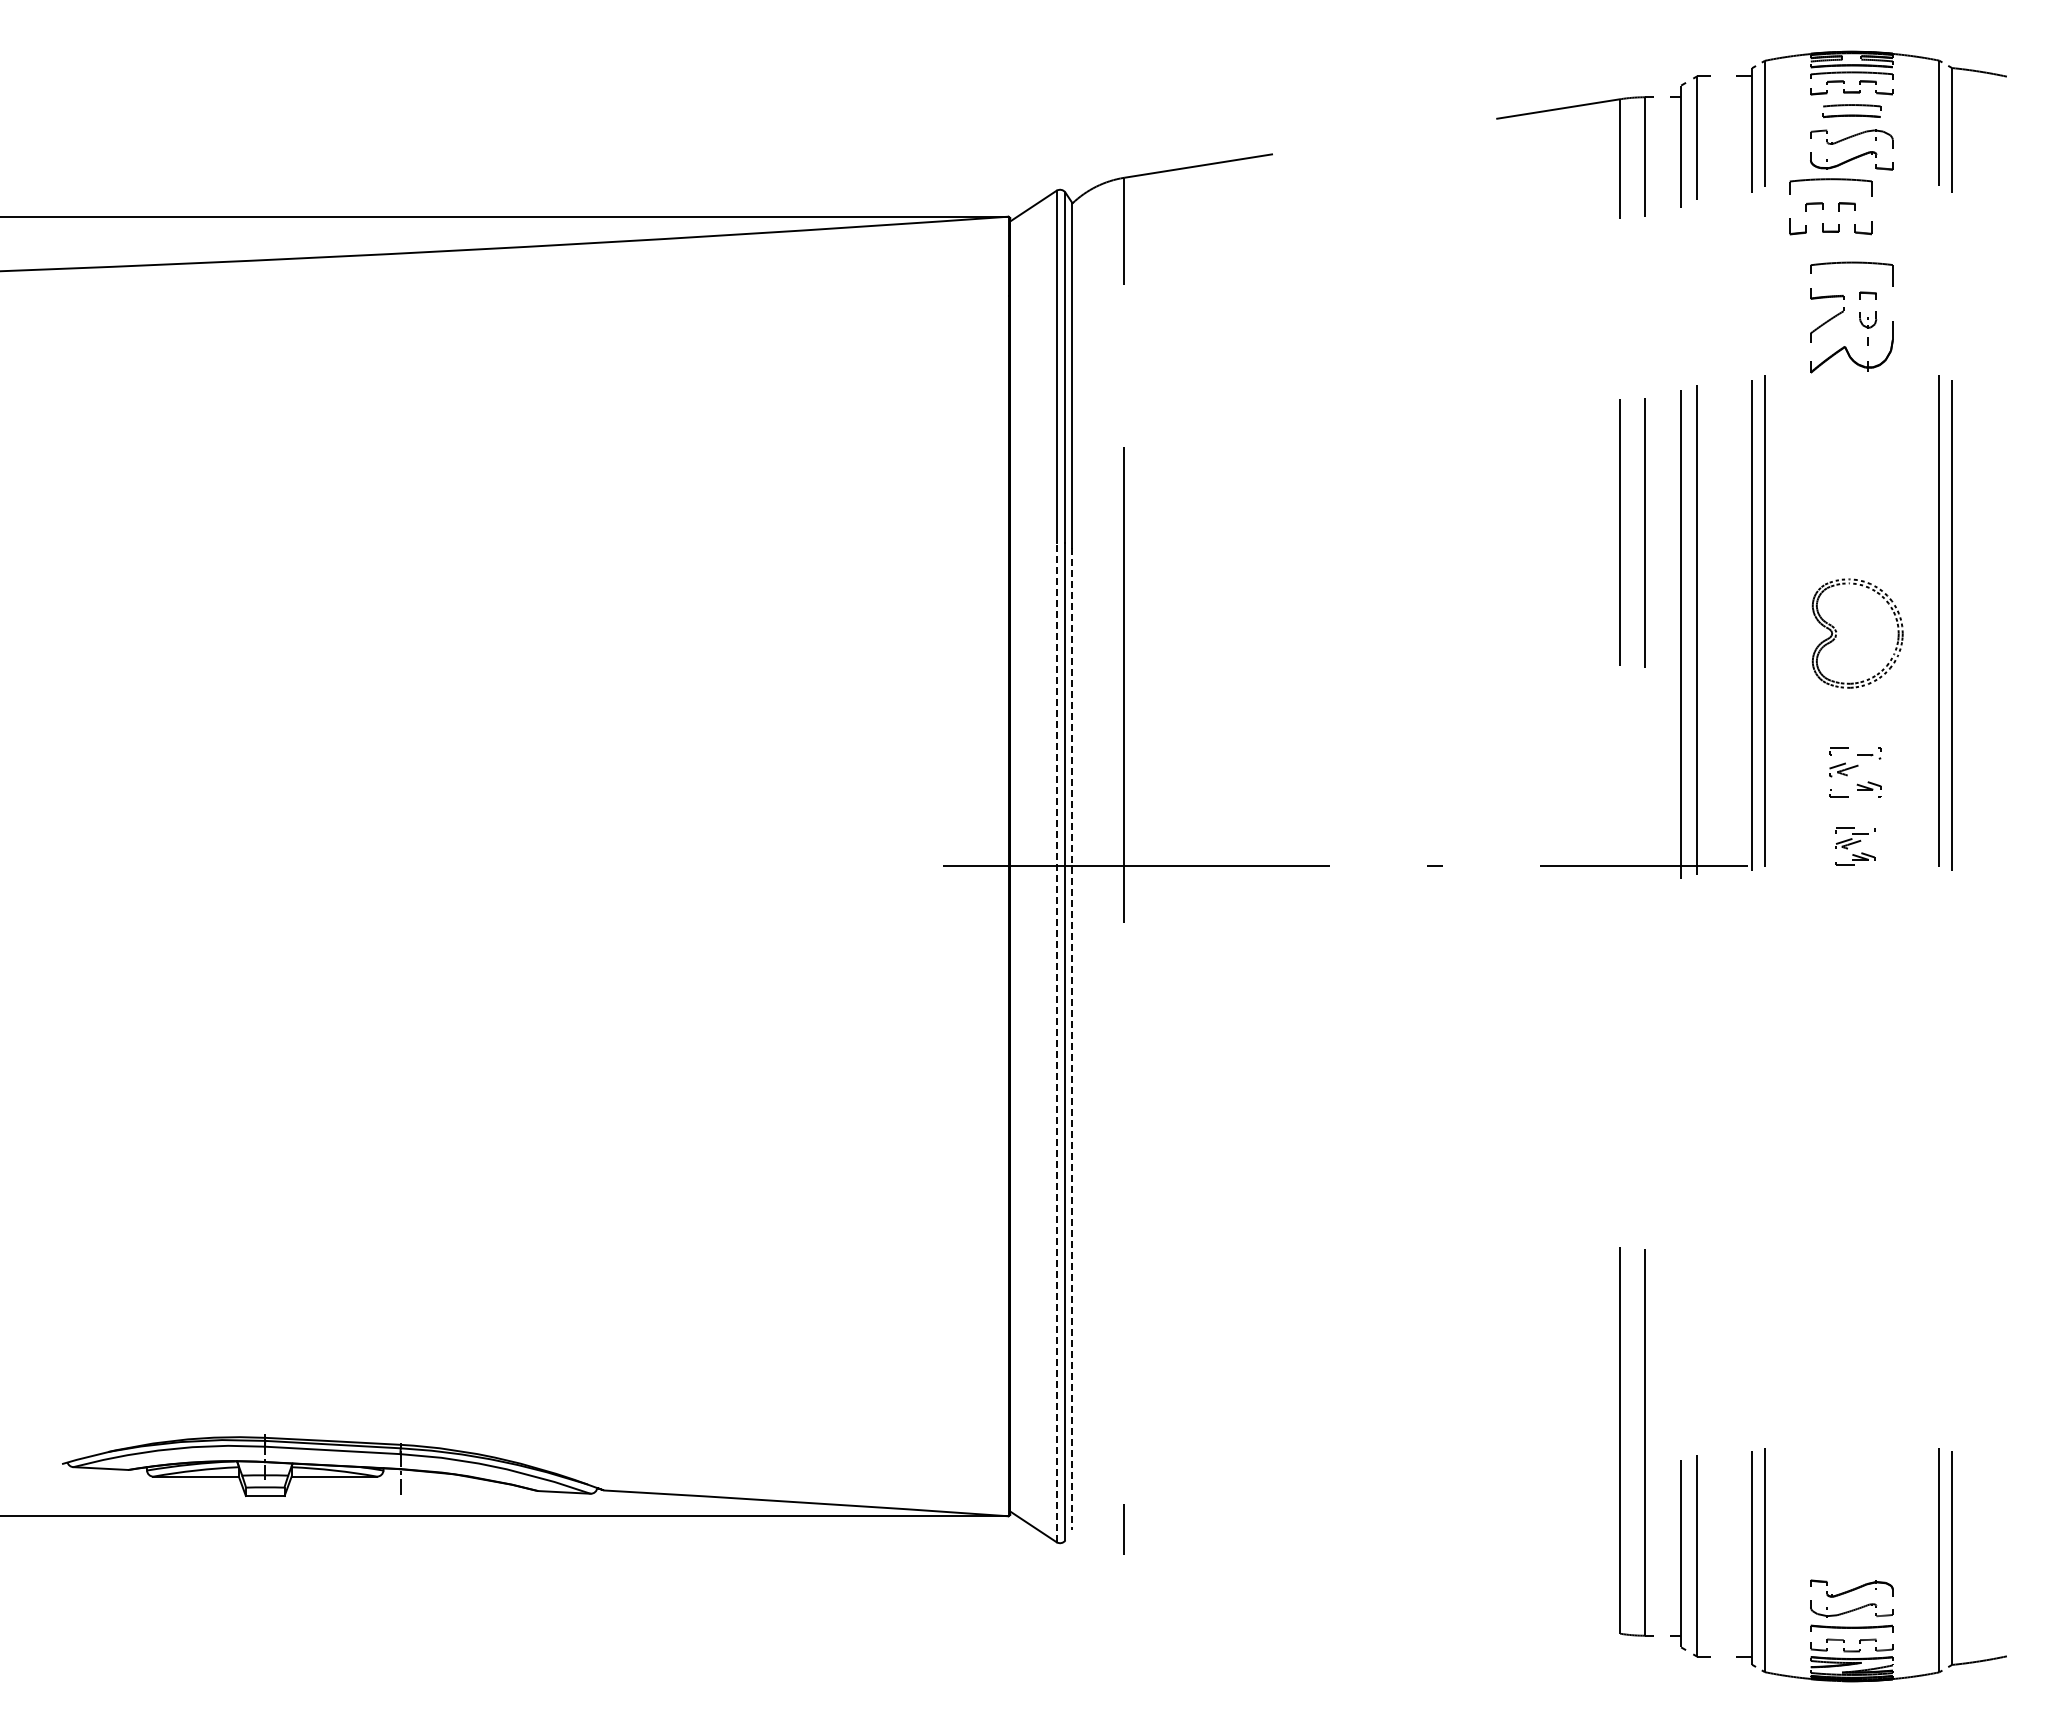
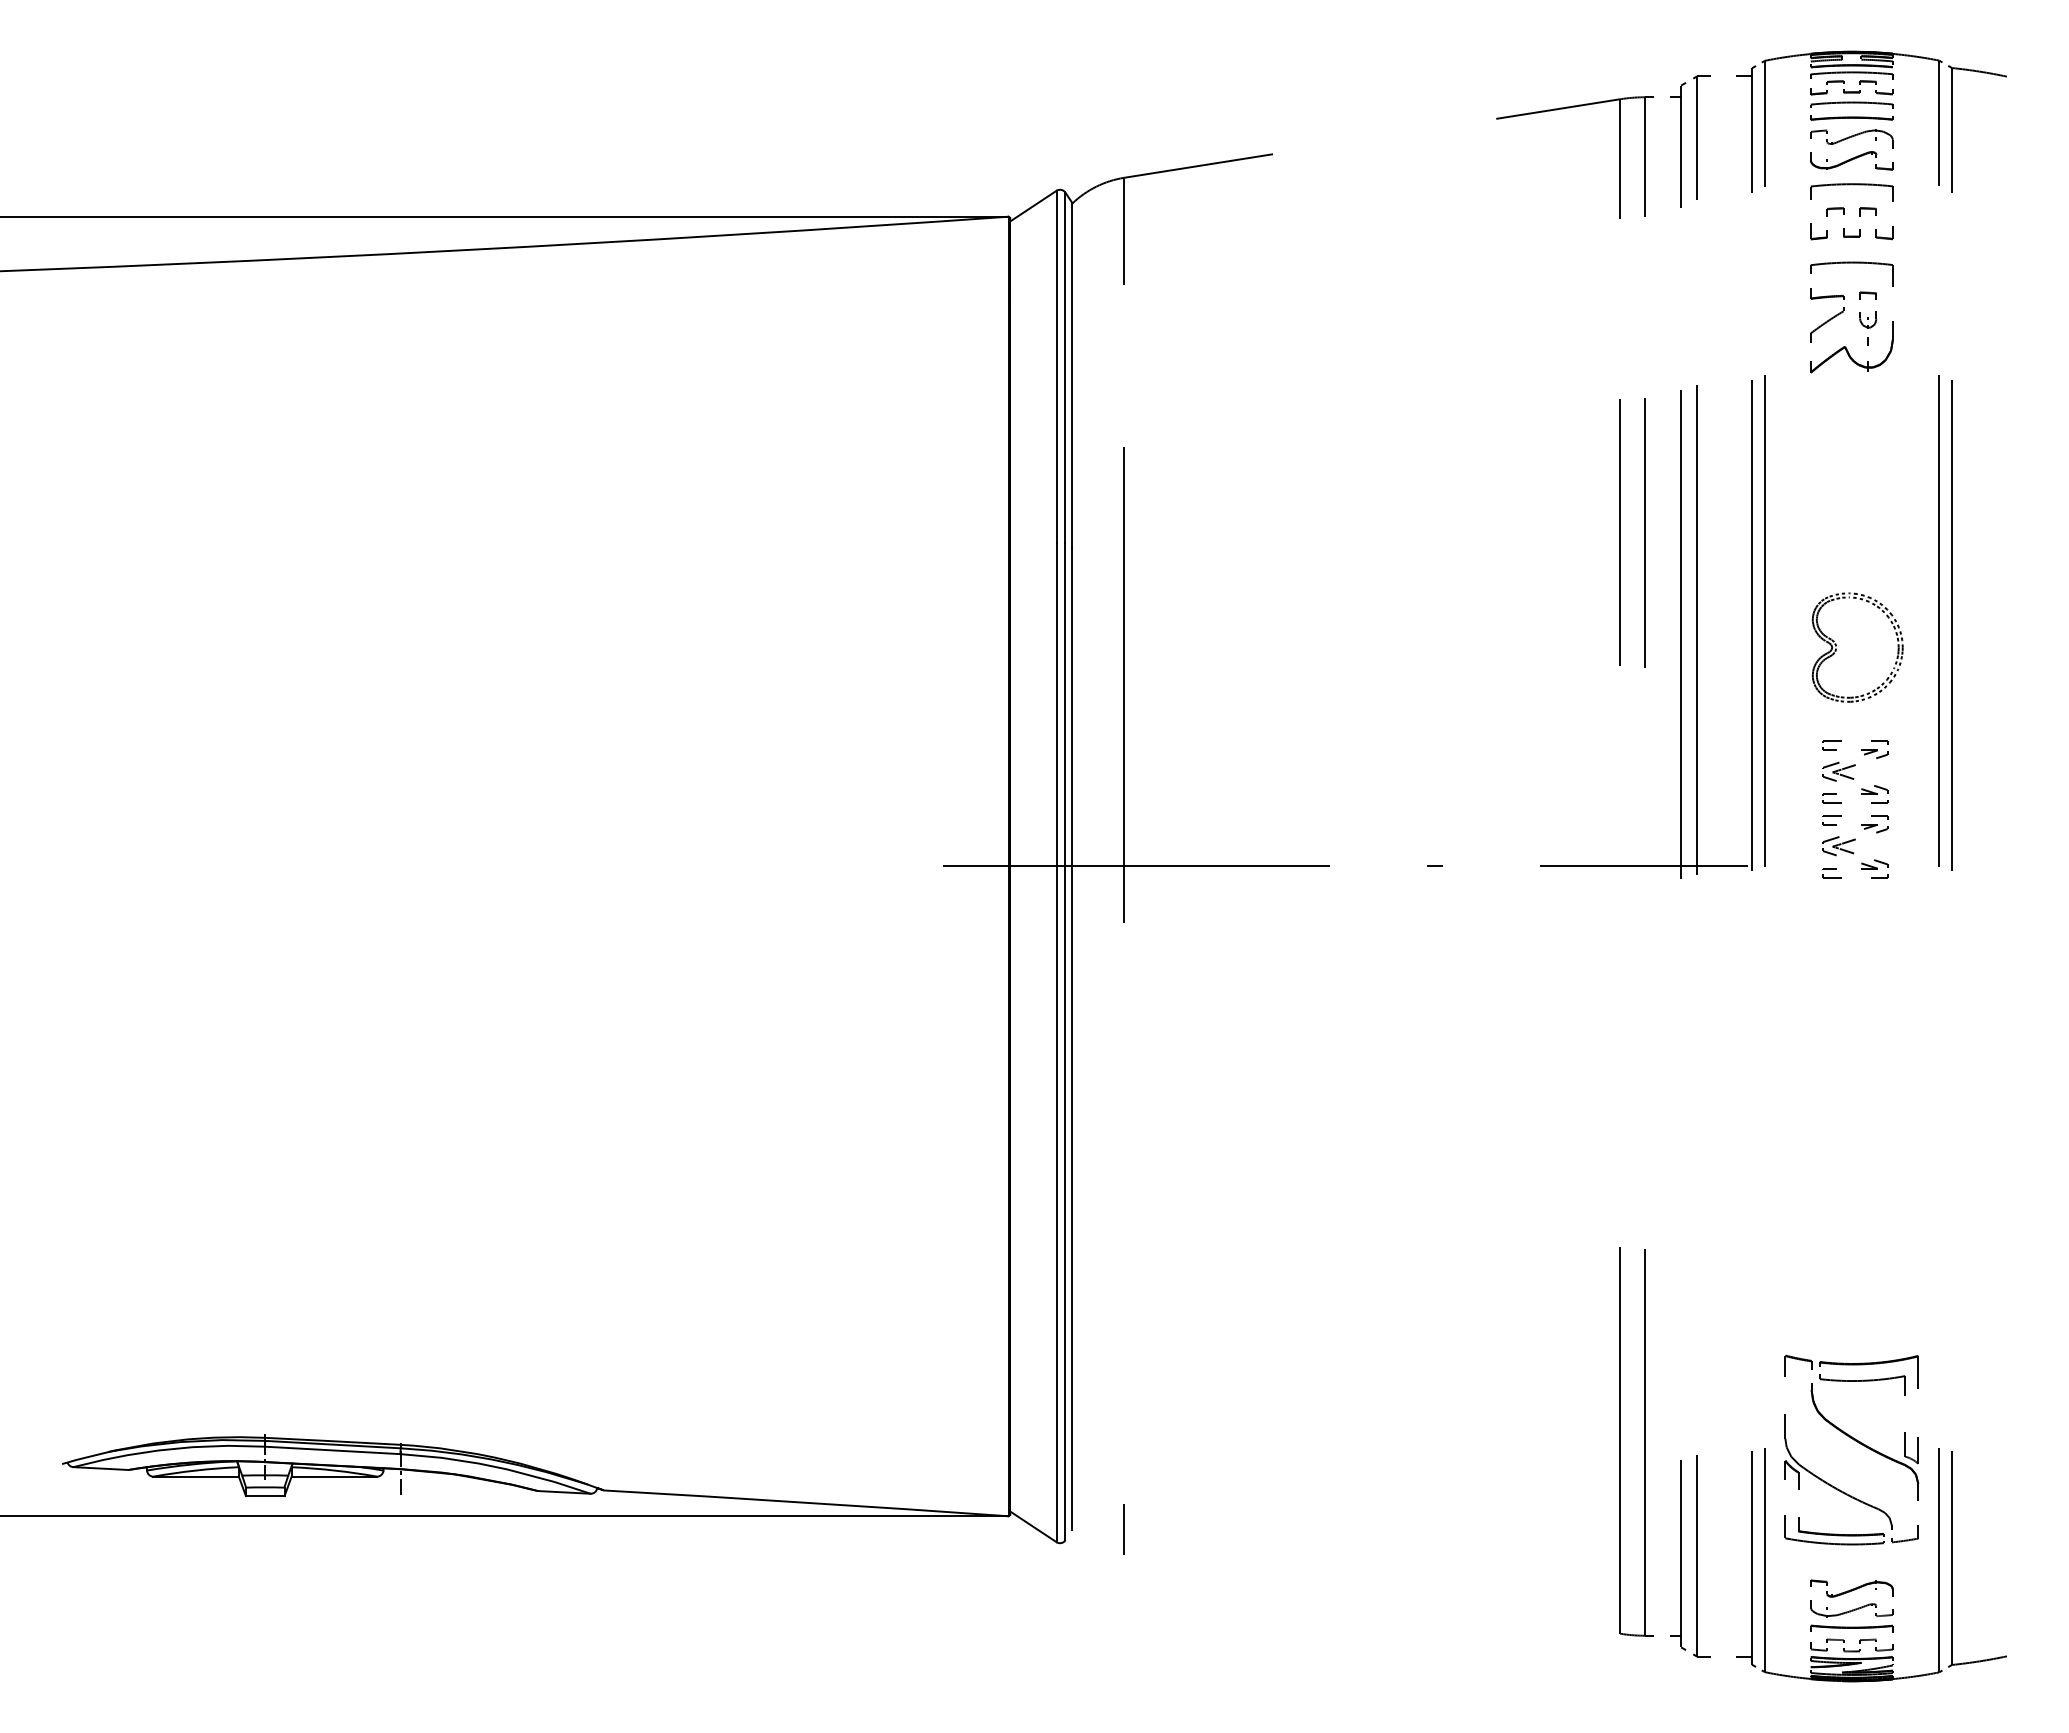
part at (1851, 111) size: 60x15 px -> 84x20 px
part at (1823, 206) position: (1823, 206) -> (1844, 211)
part at (1837, 631) position: (1837, 631) -> (1837, 645)
part at (1855, 772) size: 53x51 px -> 67x64 px
part at (1855, 846) size: 41x39 px -> 67x64 px
line at (1072, 1039): dashed -> solid
line at (1056, 1042): dashed -> solid
part at (1855, 1441): none -> present
